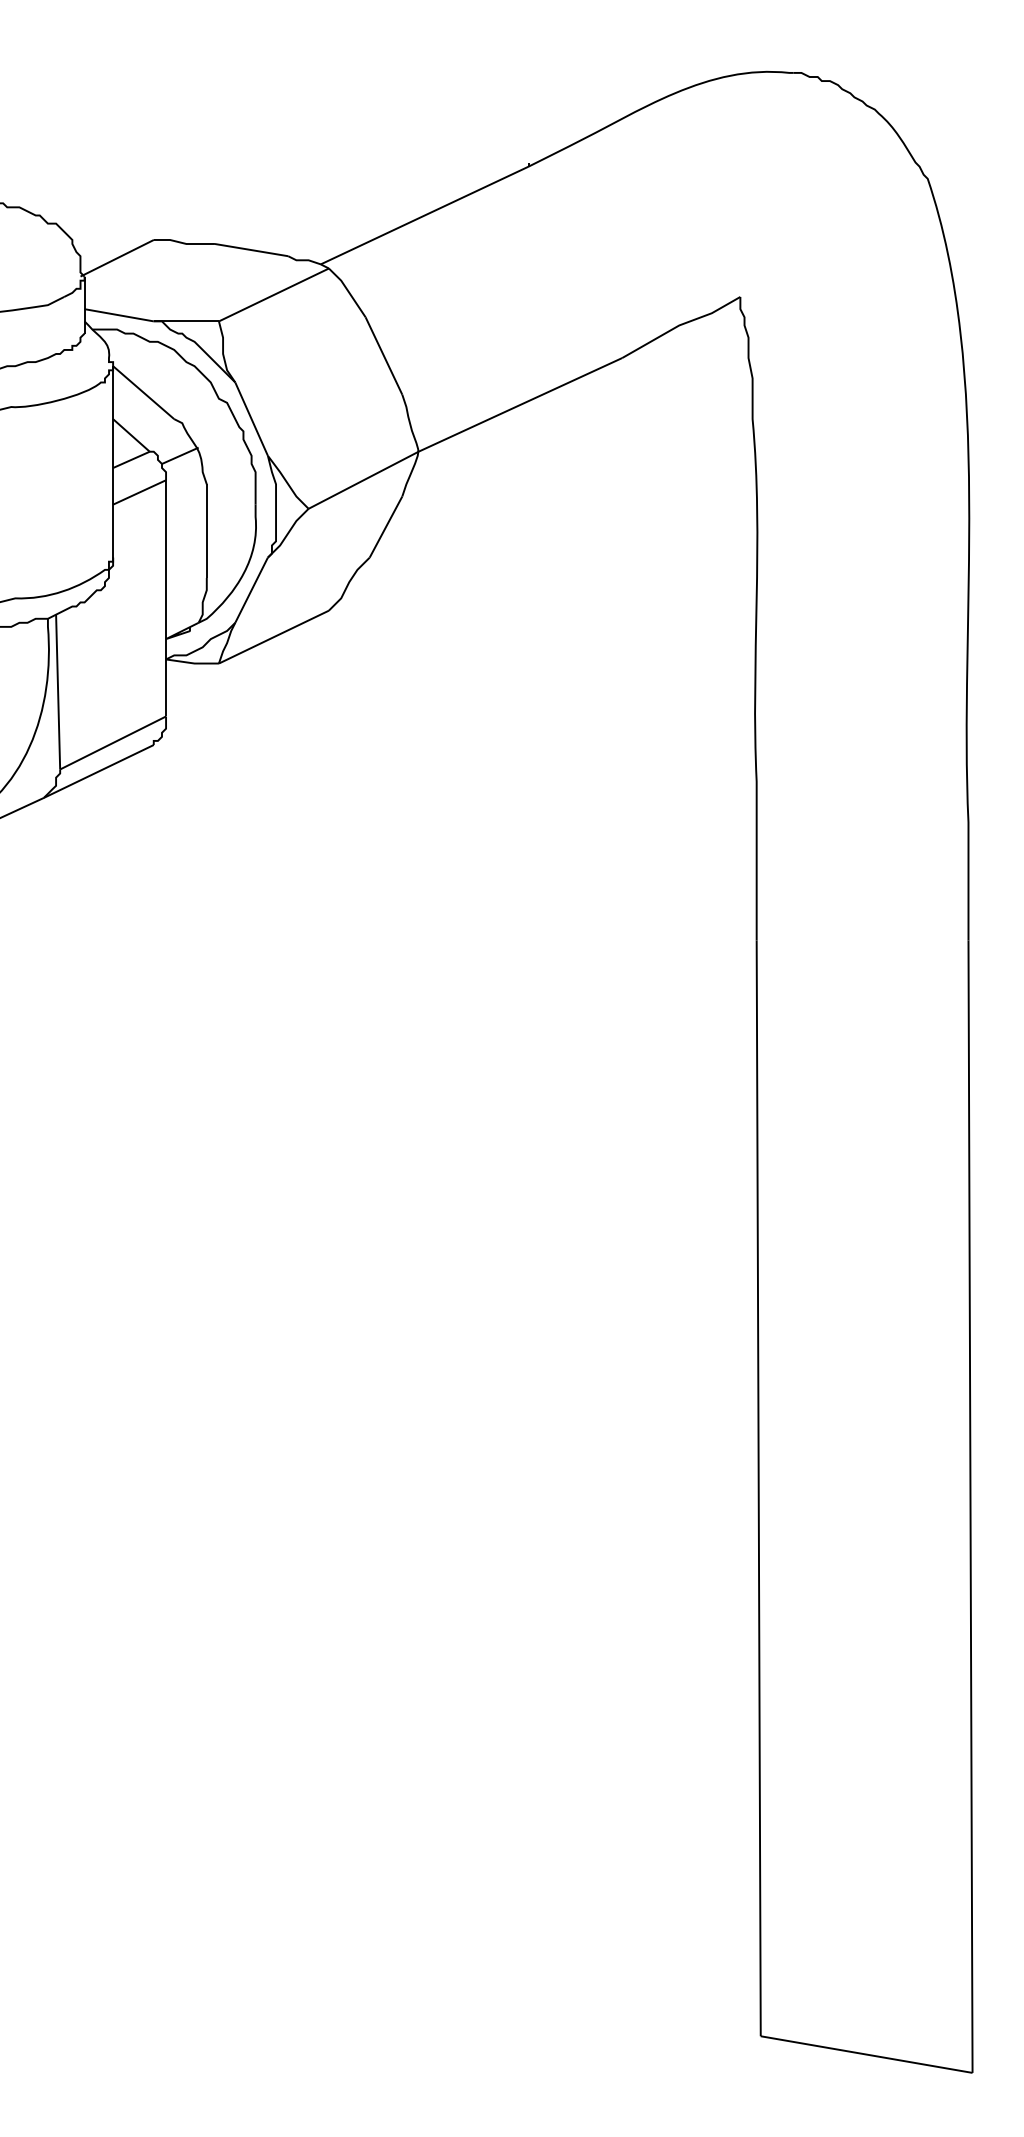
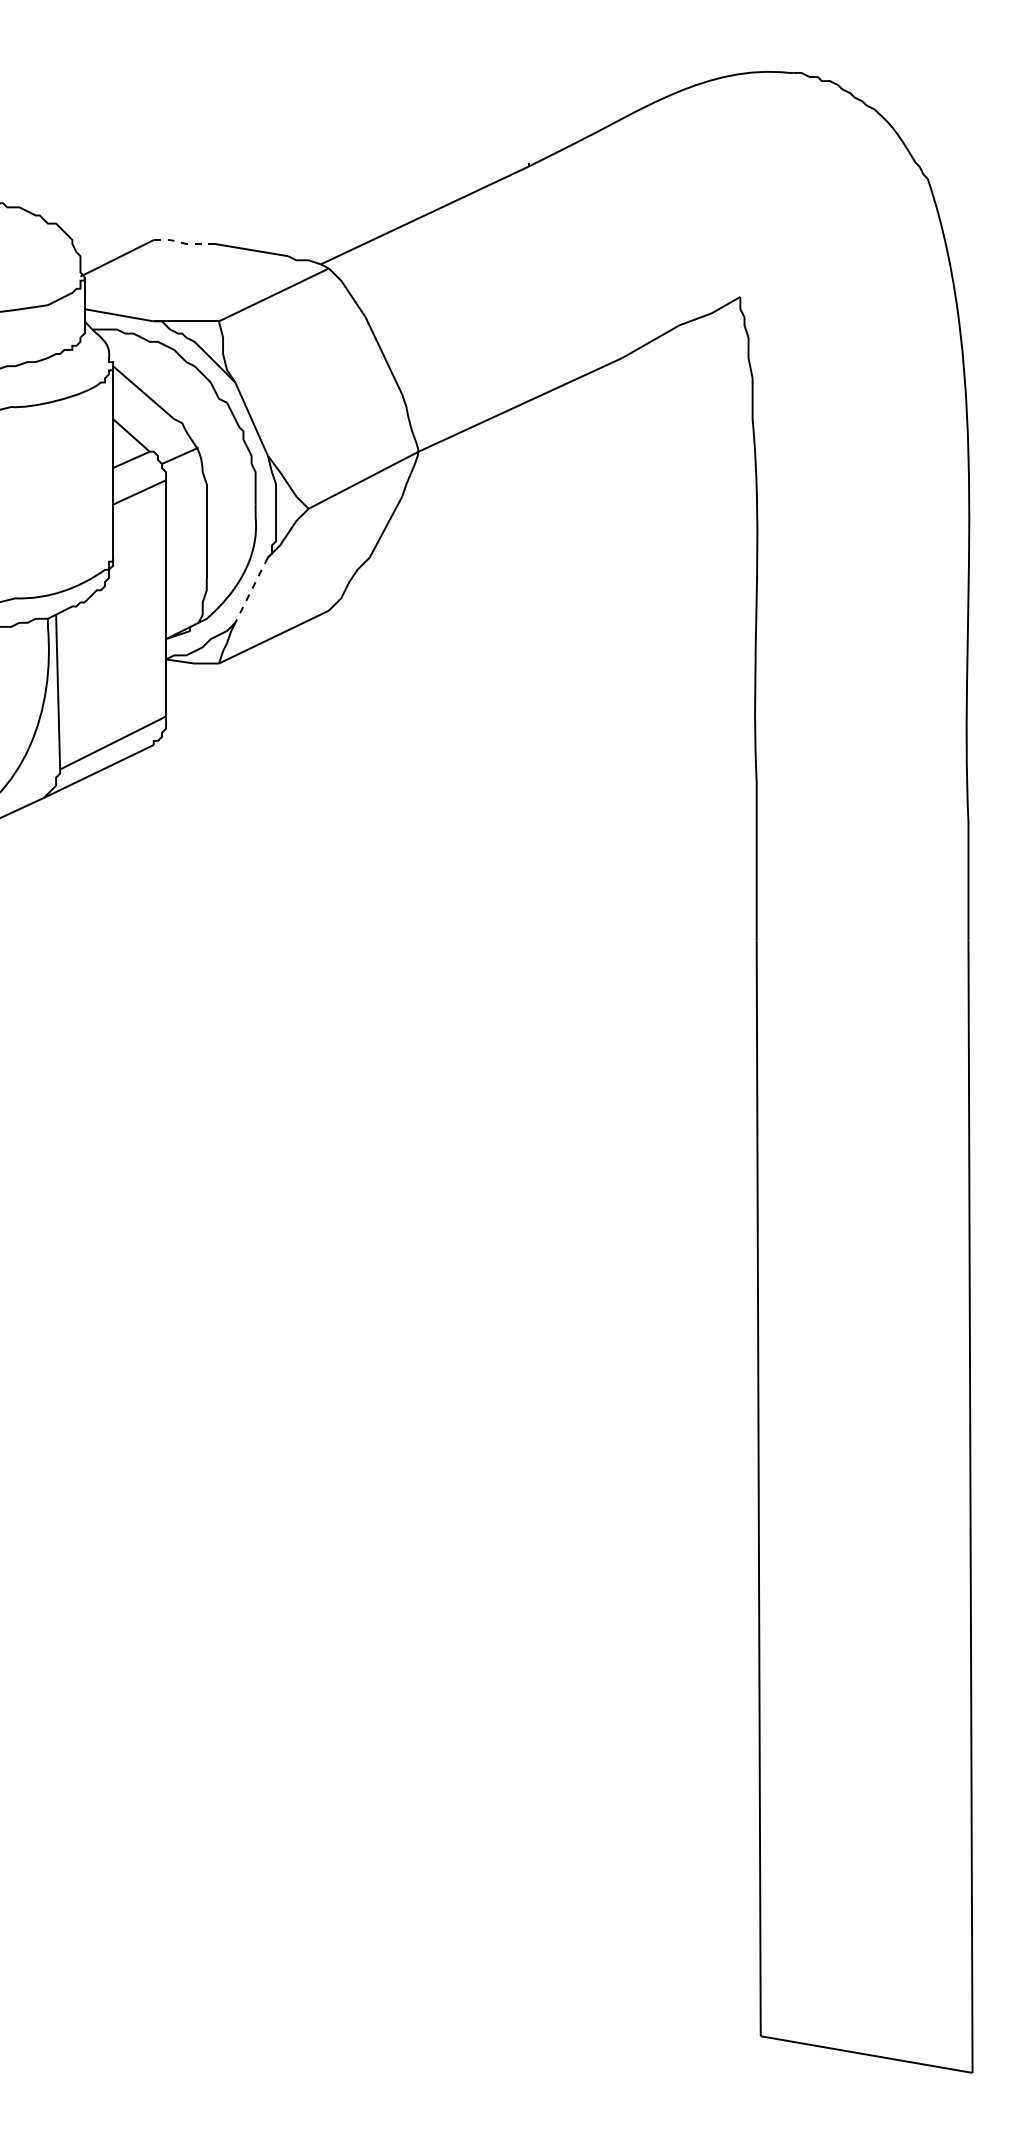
line at (184, 243): solid -> dashed
line at (251, 590): solid -> dashed
